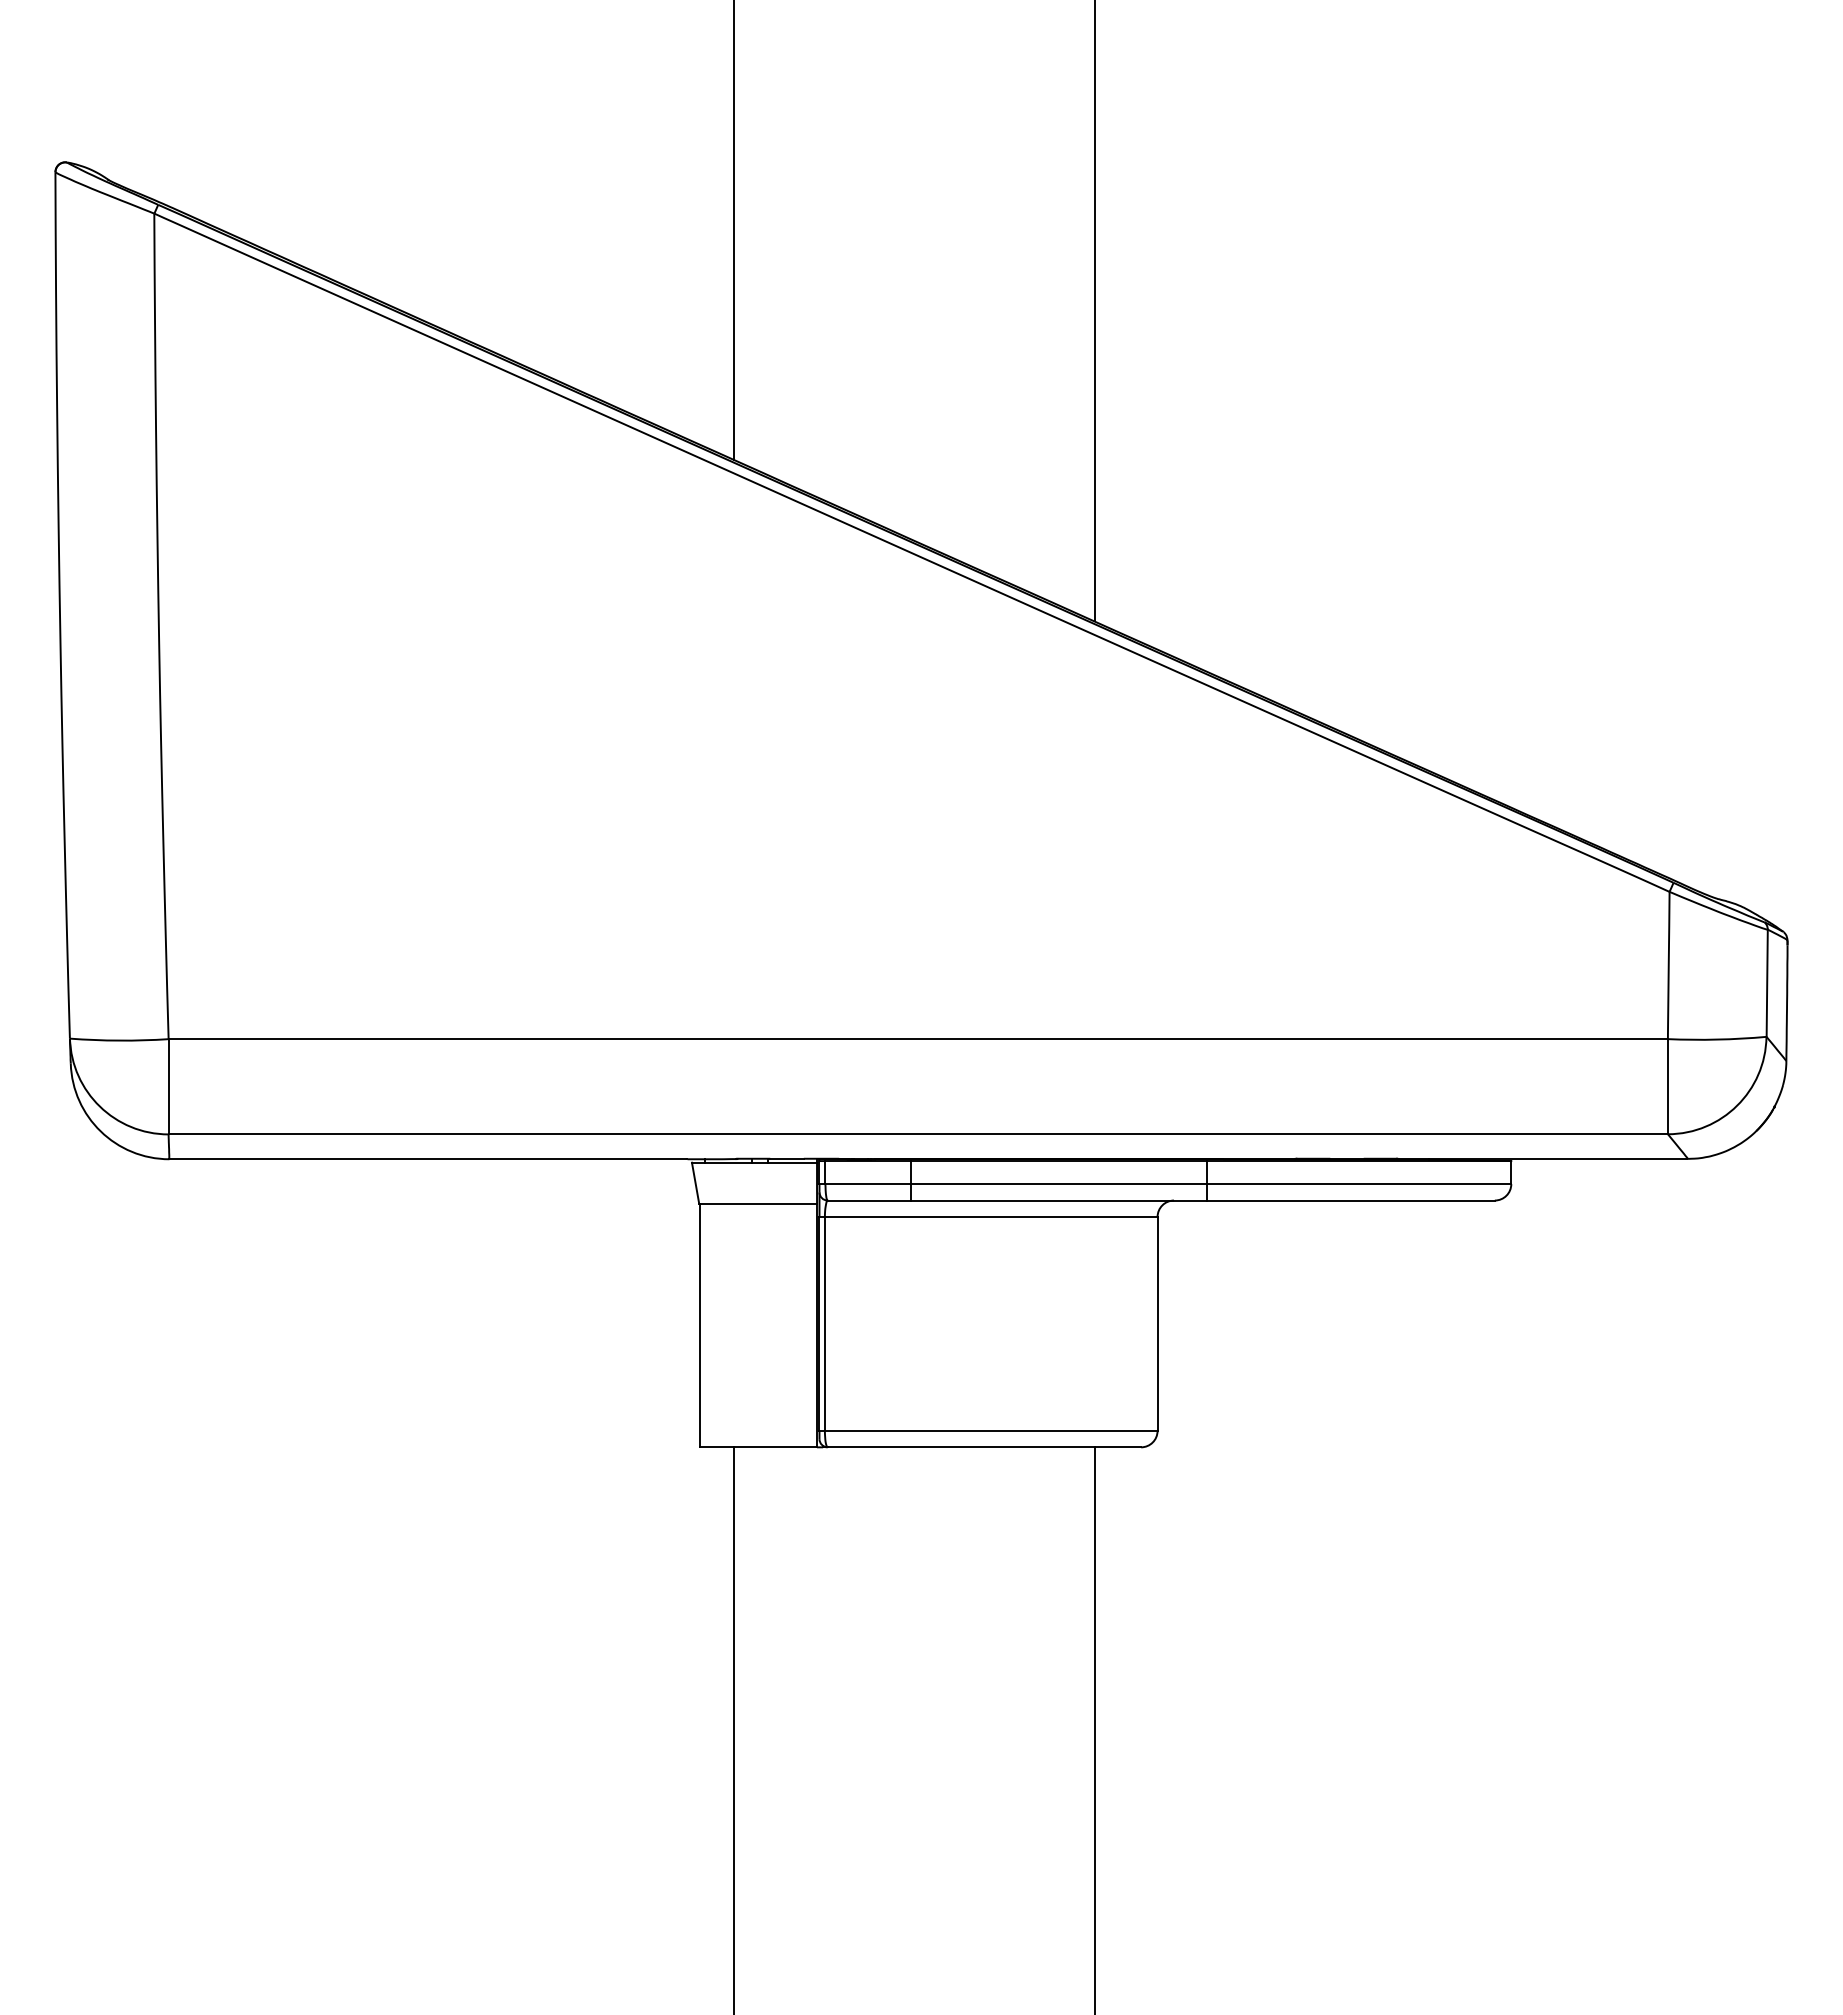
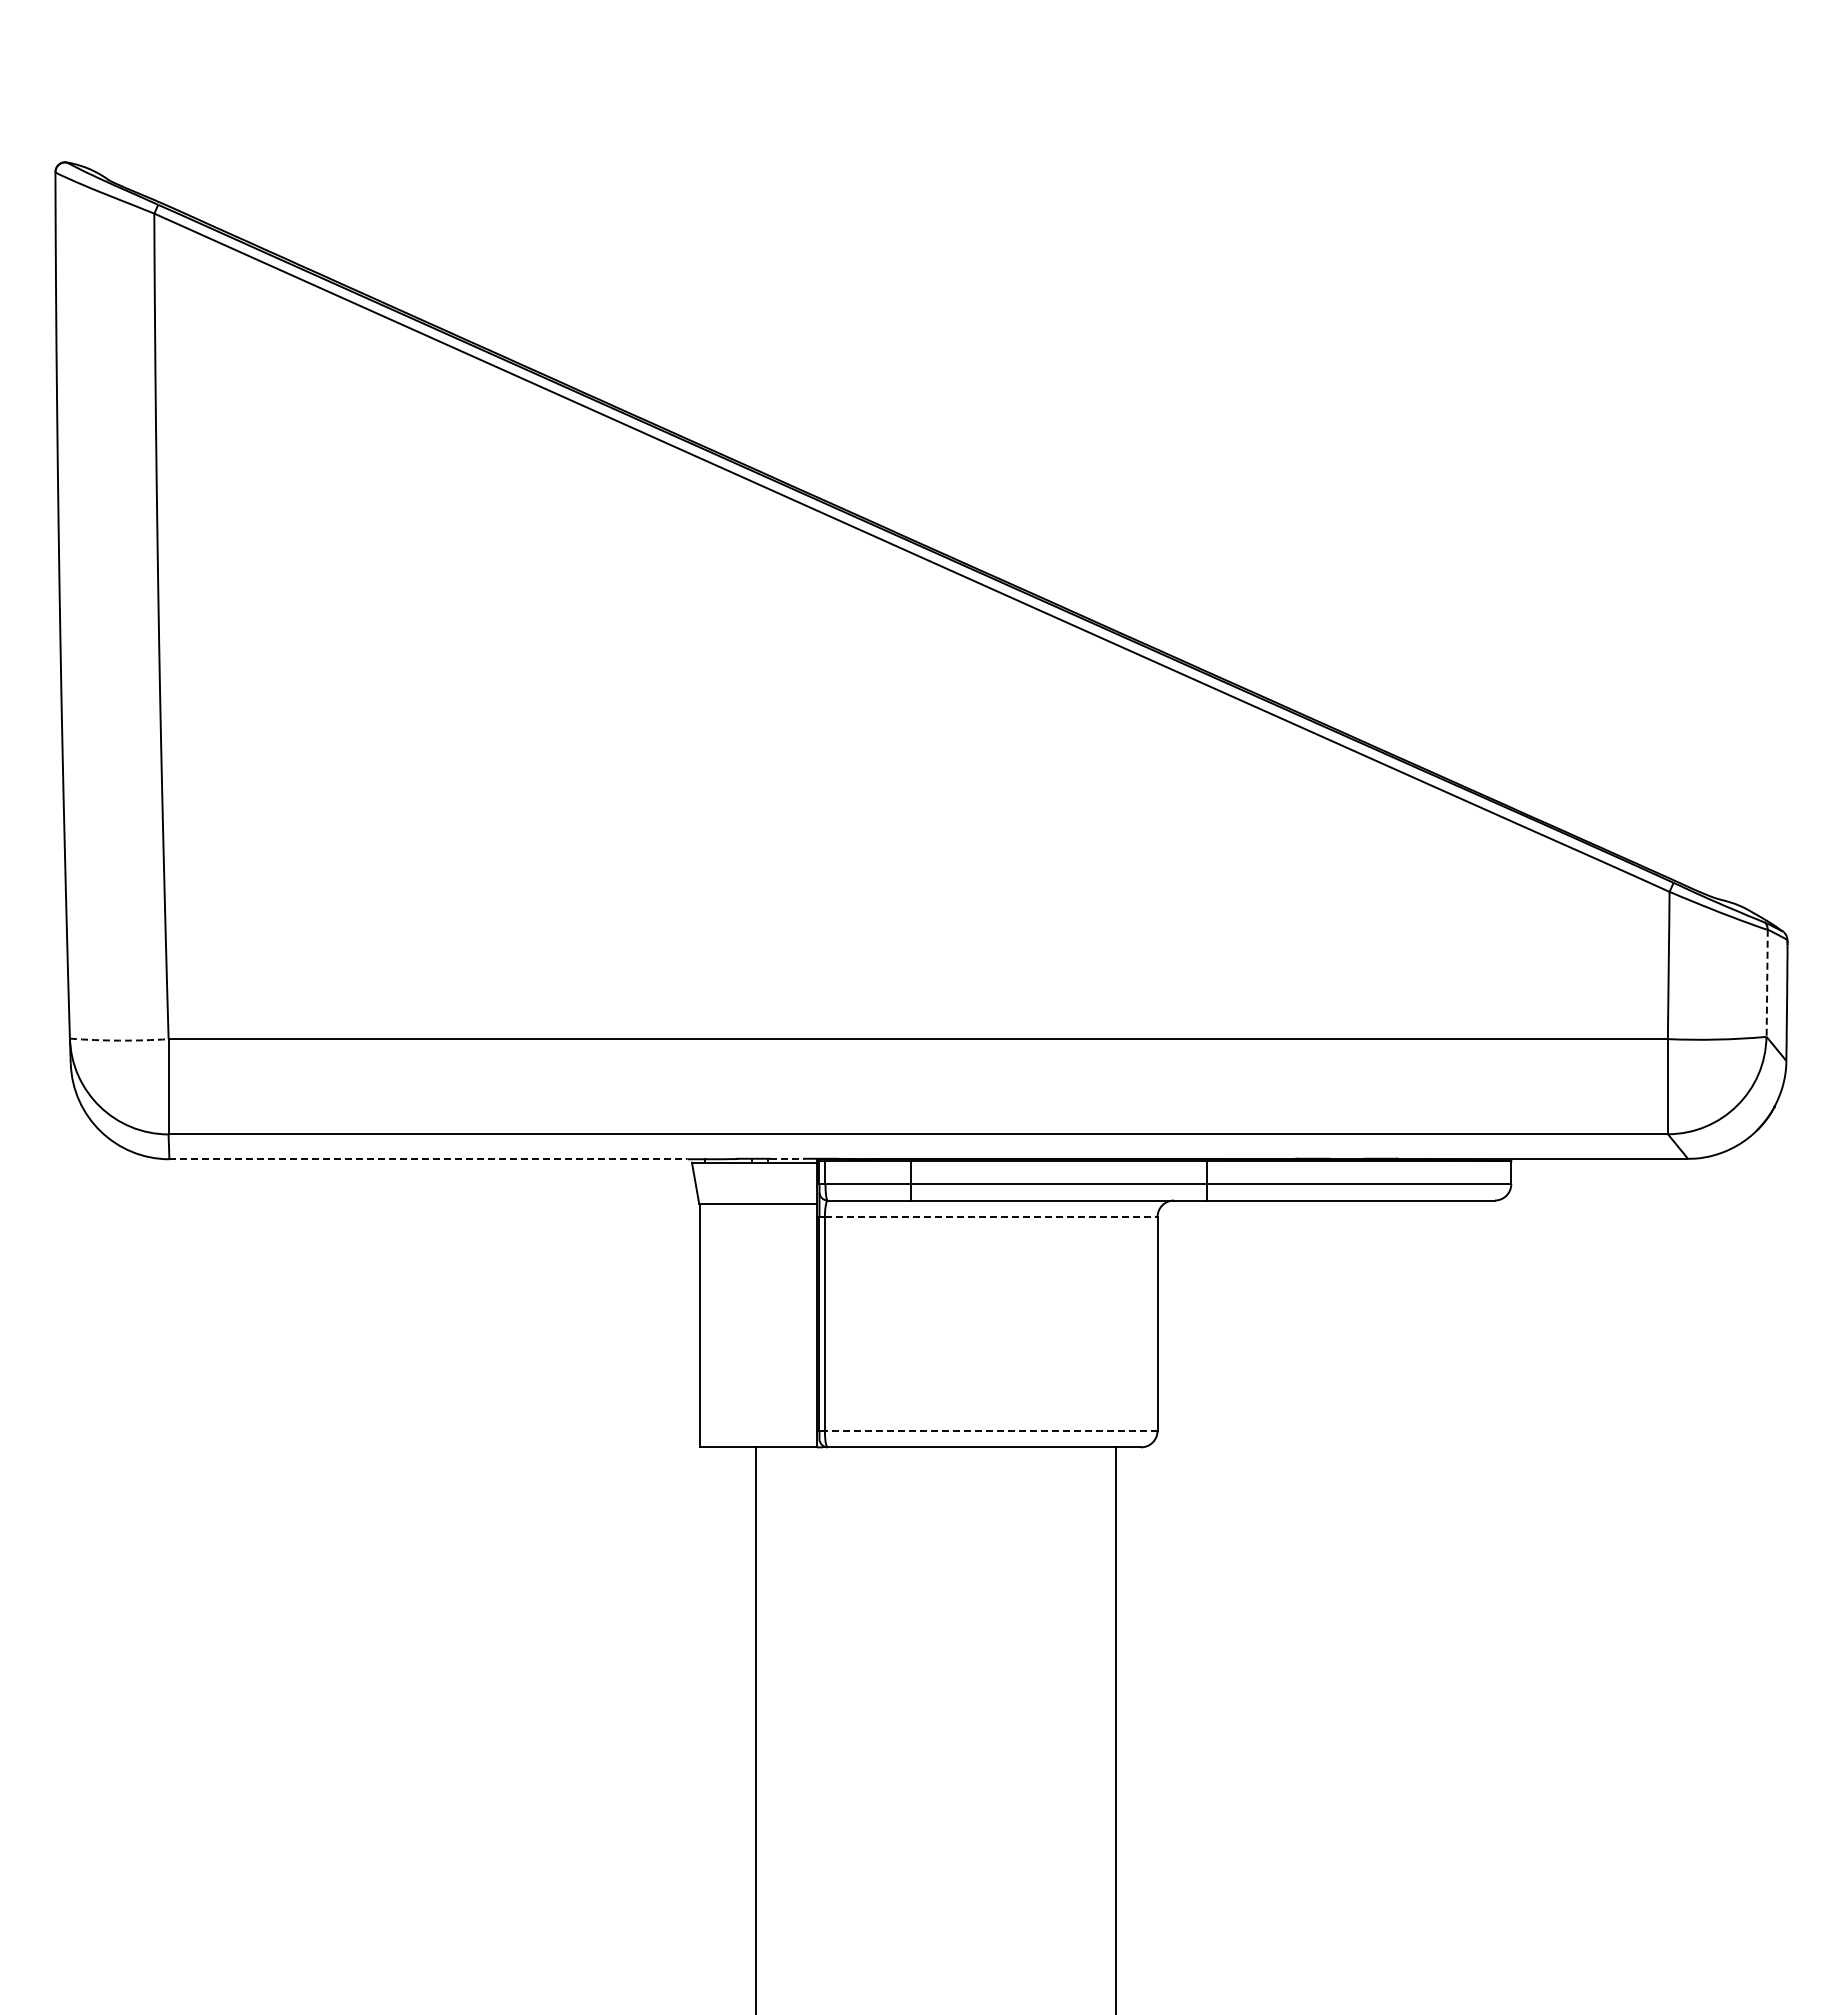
line at (734, 231): present -> none
line at (1094, 311): present -> none
line at (1767, 983): solid -> dashed
arc at (119, 1040): solid -> dashed
line at (787, 1158): solid -> dashed
line at (428, 1159): solid -> dashed
line at (991, 1217): solid -> dashed
line at (990, 1430): solid -> dashed
line at (734, 1729) position: (734, 1729) -> (756, 1729)
line at (1094, 1729) position: (1094, 1729) -> (1115, 1729)
